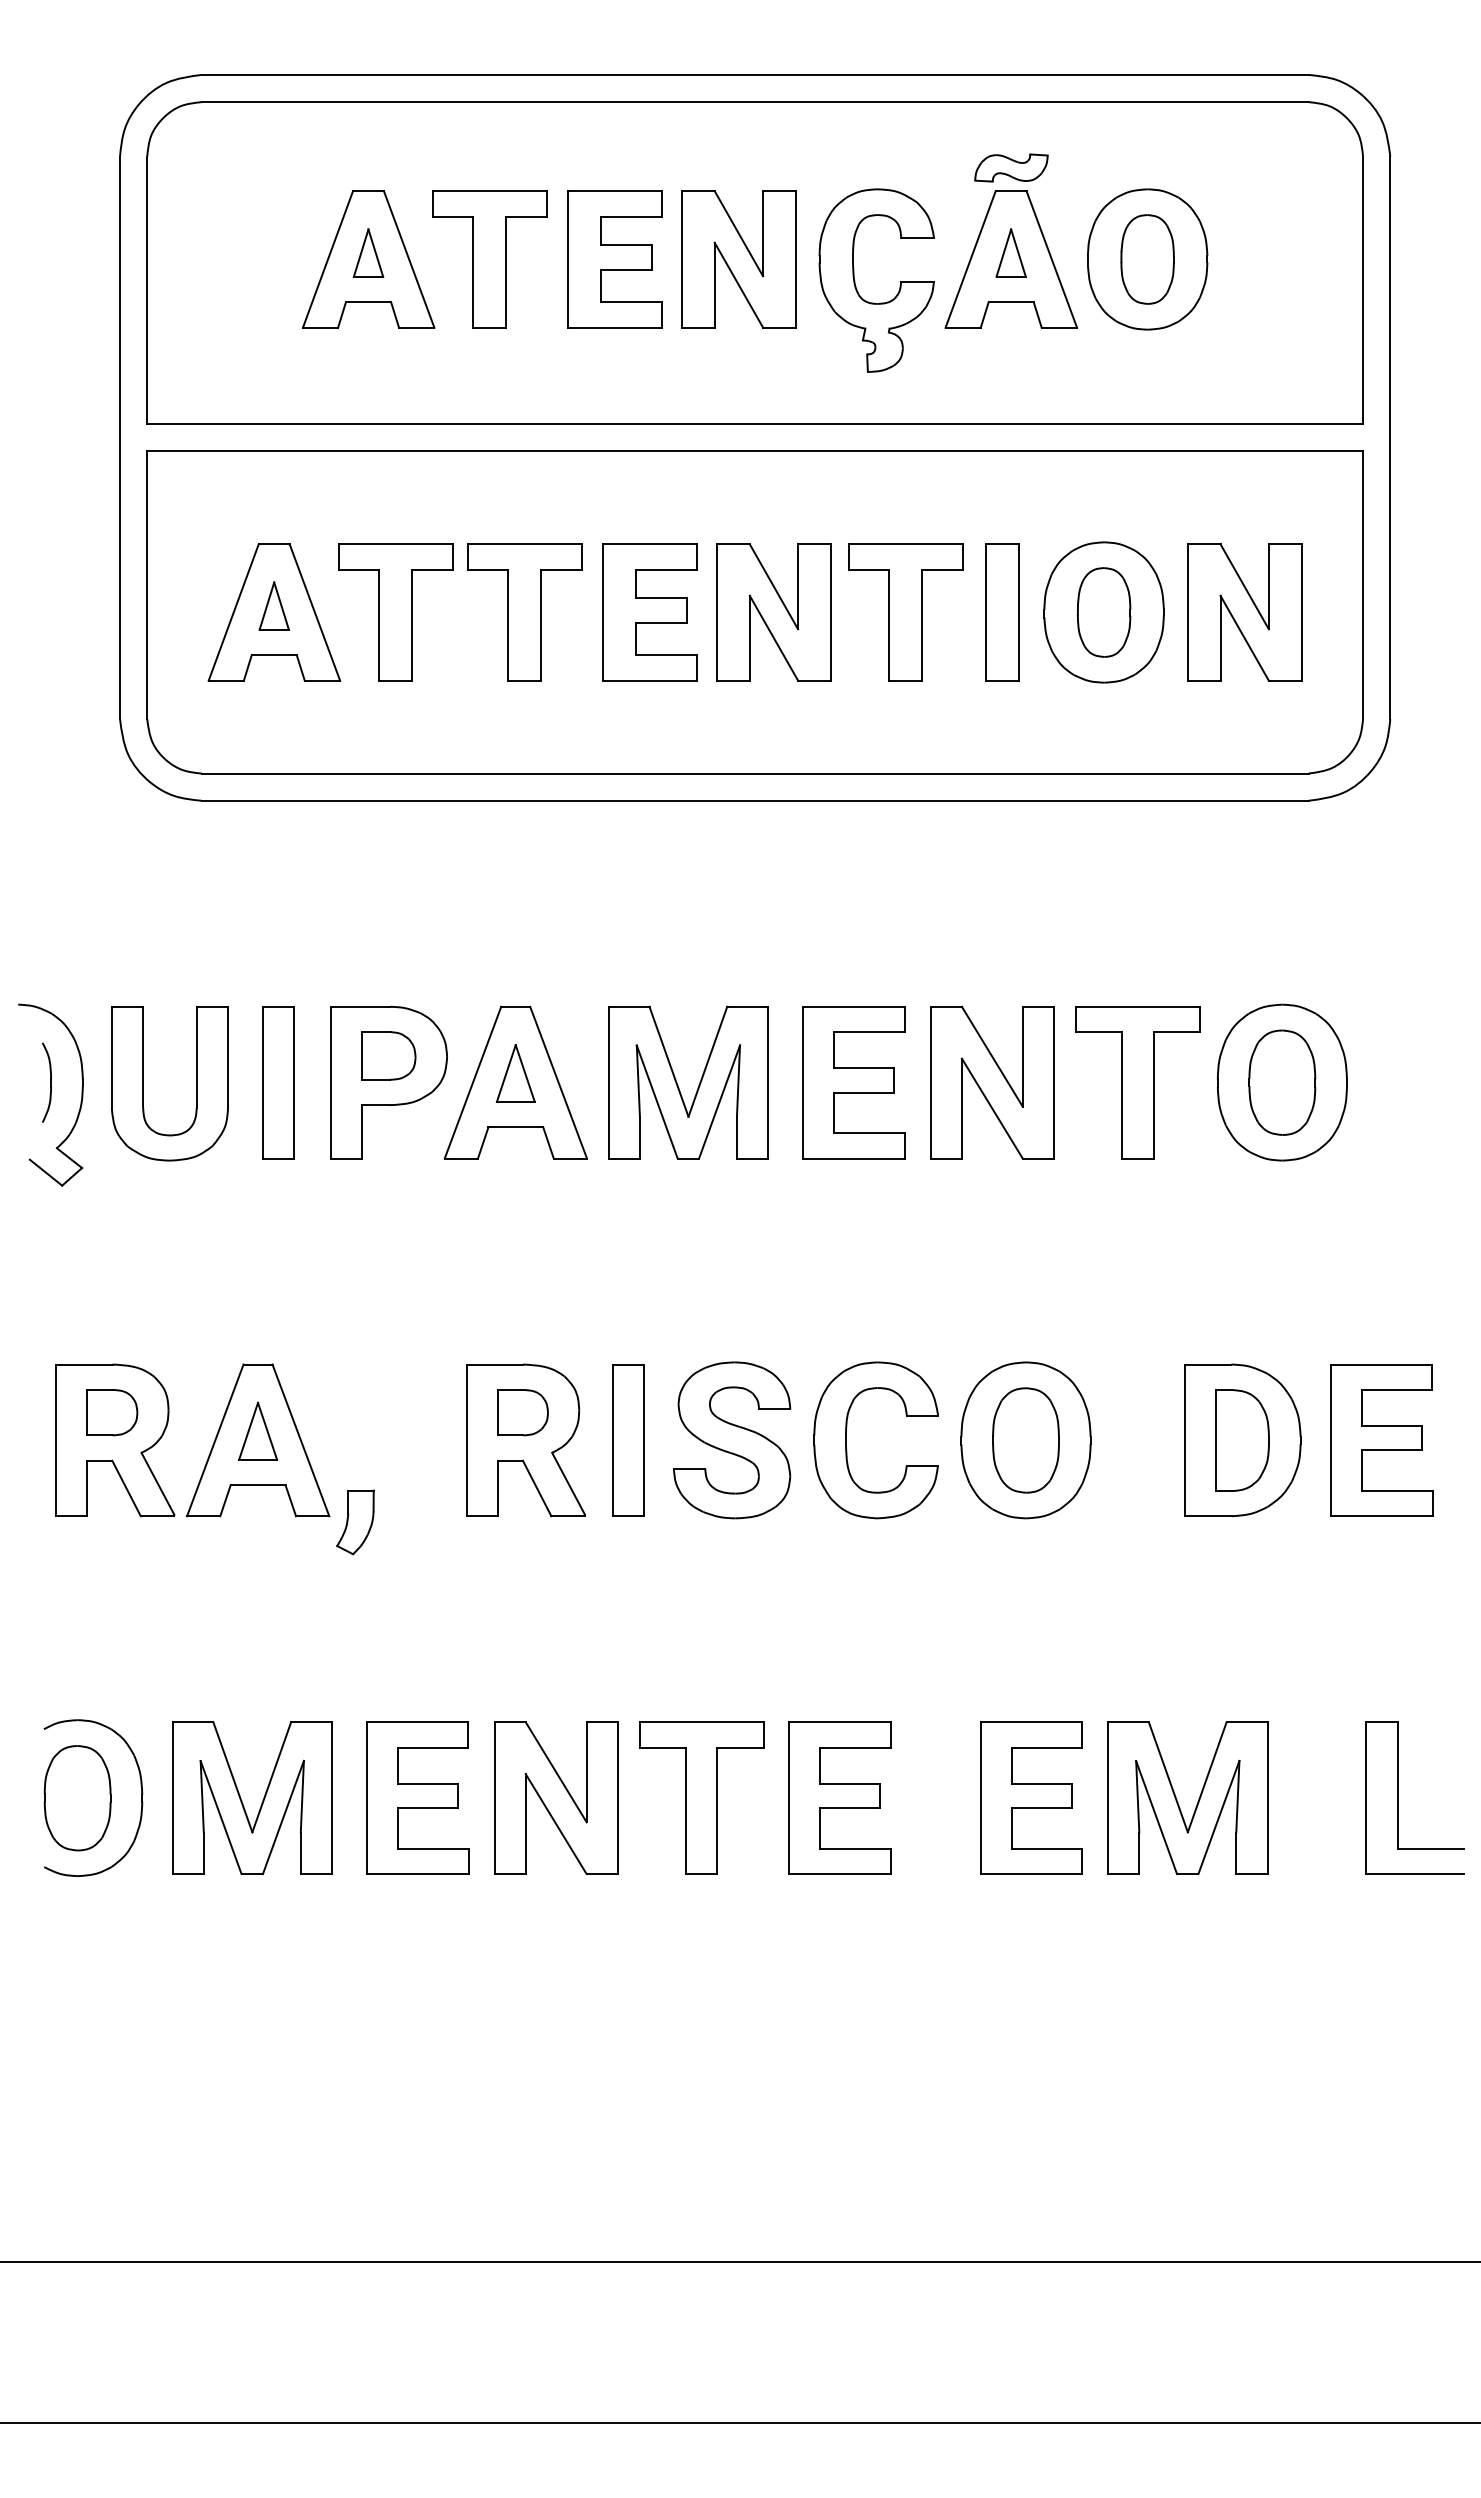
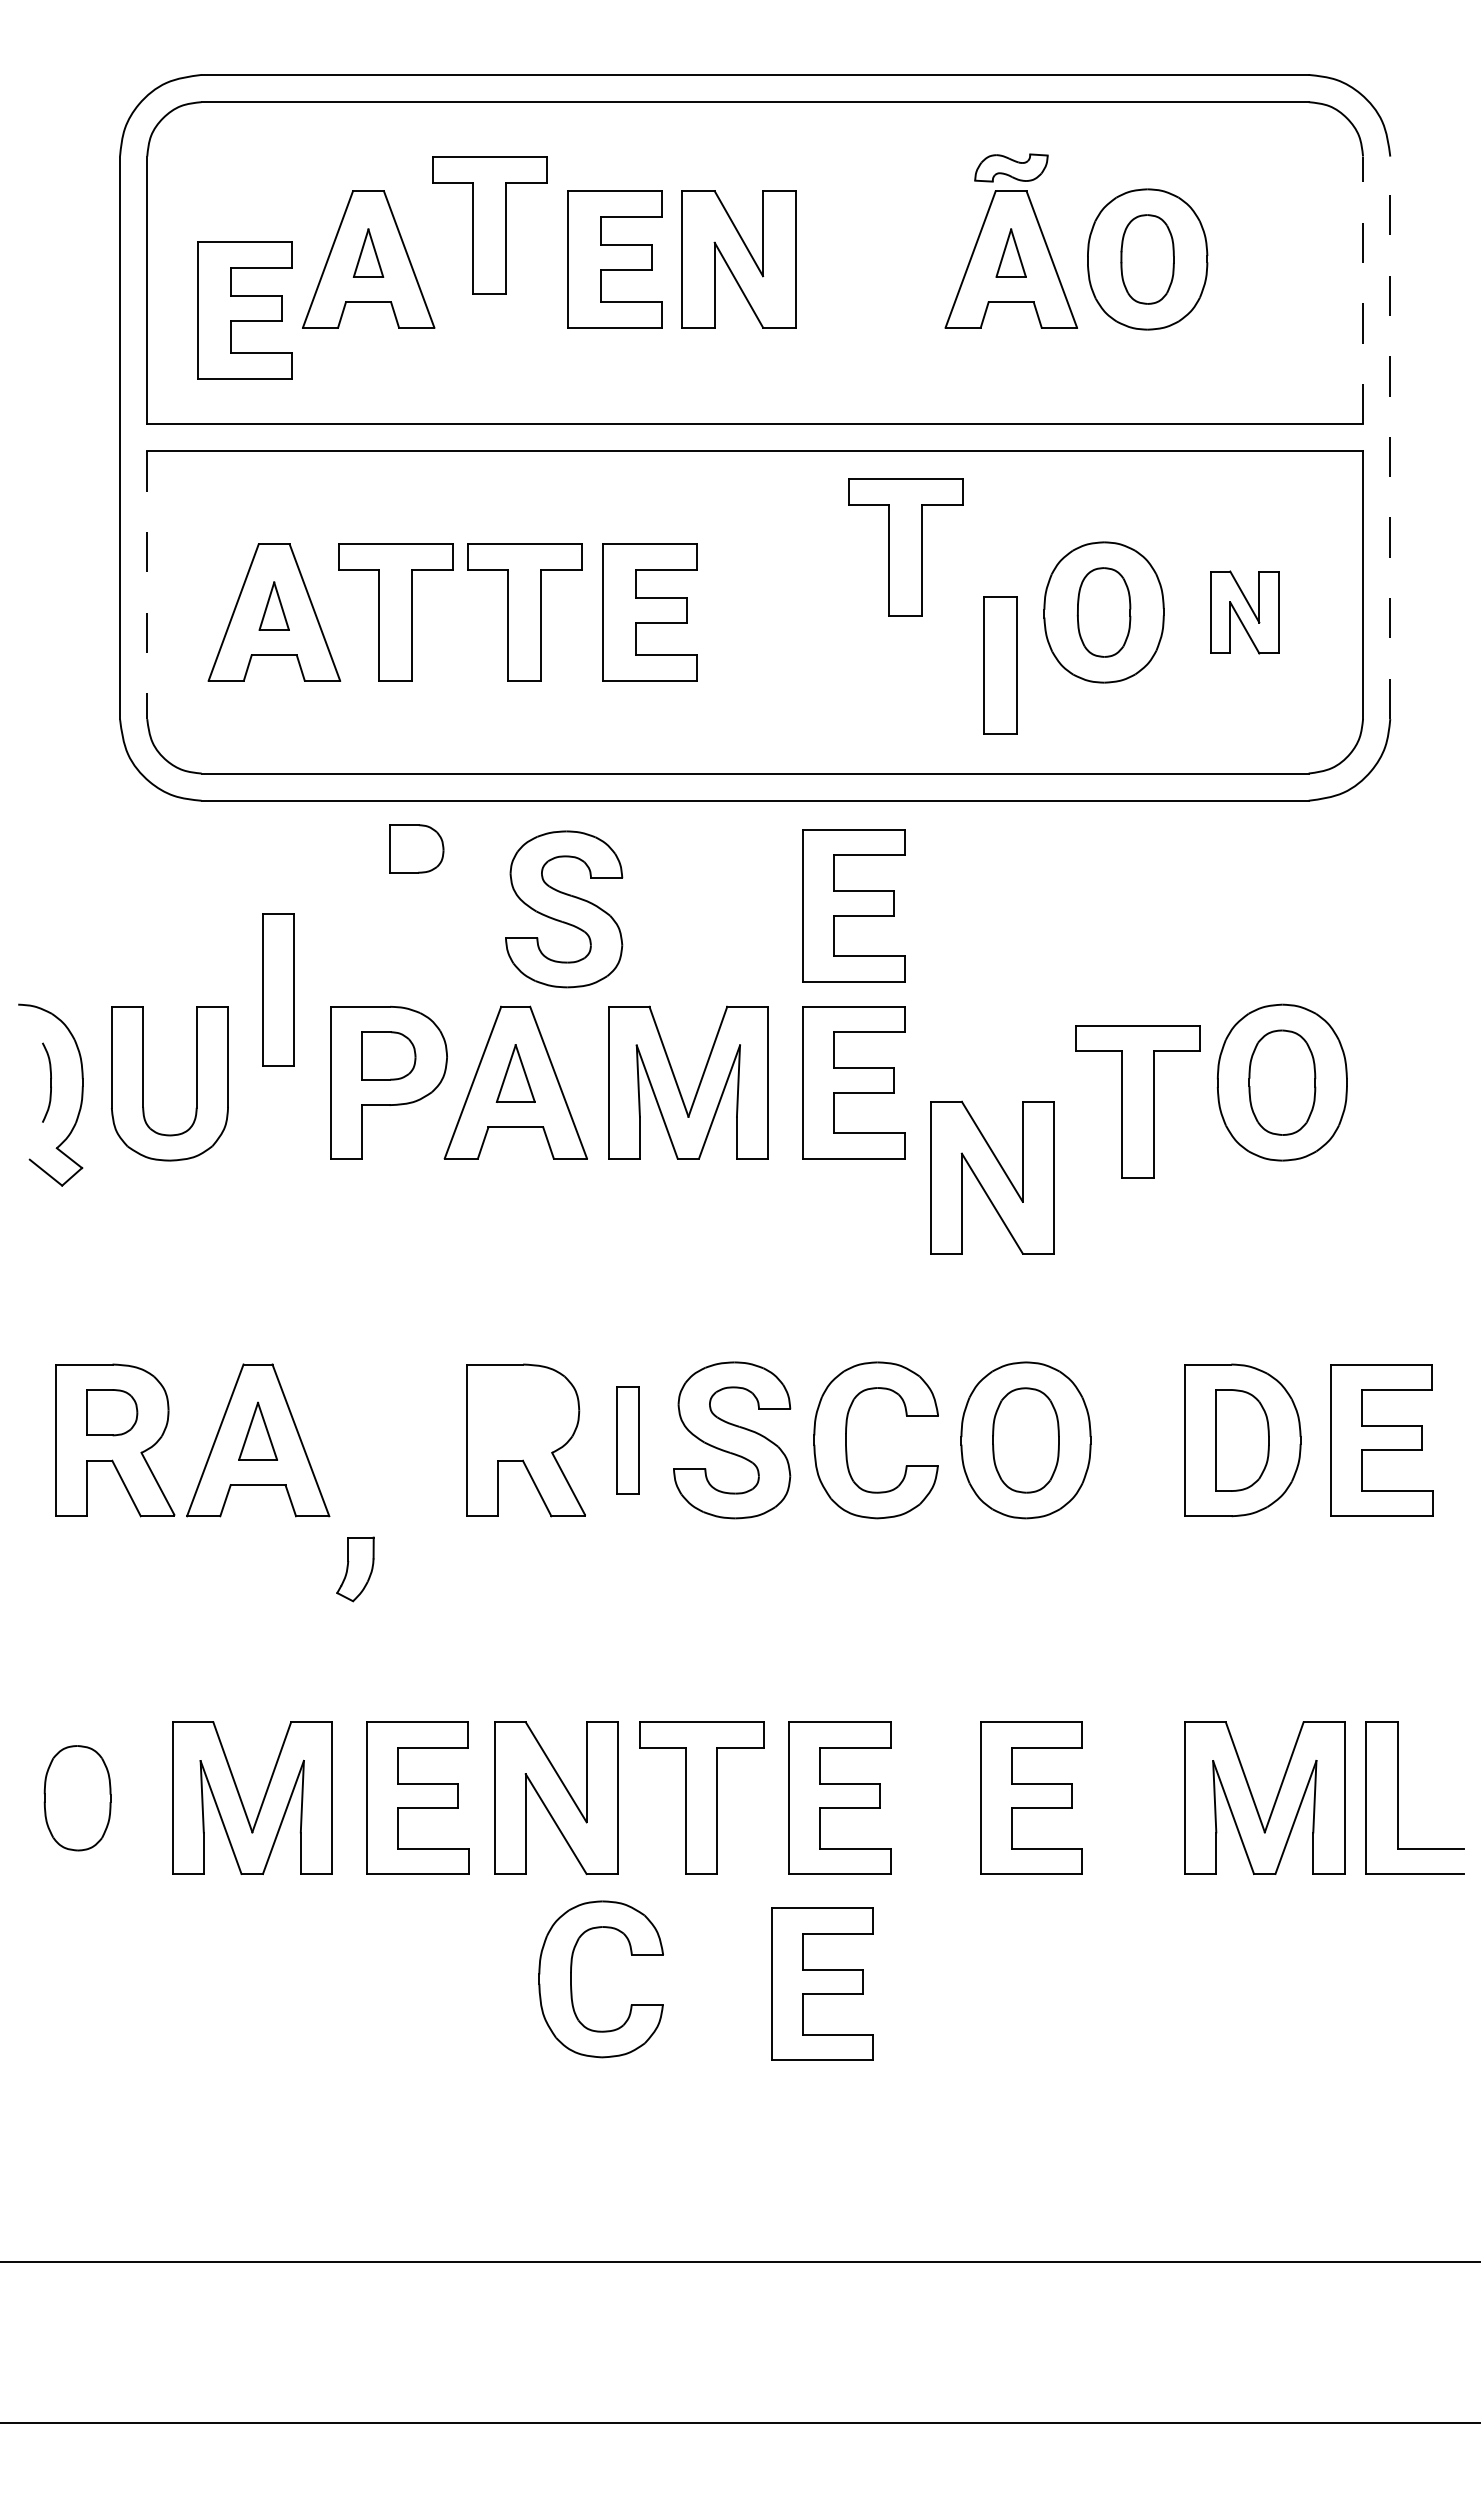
part at (489, 259) position: (489, 259) -> (489, 225)
part at (856, 286): present -> none
line at (1363, 290): solid -> dashed
part at (244, 310): none -> present
line at (1390, 437): solid -> dashed
line at (147, 585): solid -> dashed
part at (773, 612): present -> none
part at (905, 612) position: (905, 612) -> (905, 547)
part at (1002, 612) position: (1002, 612) -> (1000, 665)
part at (1244, 612) size: 116x139 px -> 70x85 px
part at (416, 848): none -> present
part at (853, 905): none -> present
part at (564, 909): none -> present
part at (278, 1082) position: (278, 1082) -> (278, 989)
part at (992, 1082) position: (992, 1082) -> (992, 1177)
part at (1137, 1082) position: (1137, 1082) -> (1137, 1101)
part at (522, 1412): present -> none
part at (628, 1440) size: 33x153 px -> 24x109 px
part at (355, 1522) position: (355, 1522) -> (355, 1569)
part at (141, 1797): present -> none
part at (1177, 1799) position: (1177, 1799) -> (1254, 1799)
part at (571, 1979): none -> present
part at (822, 1983): none -> present
